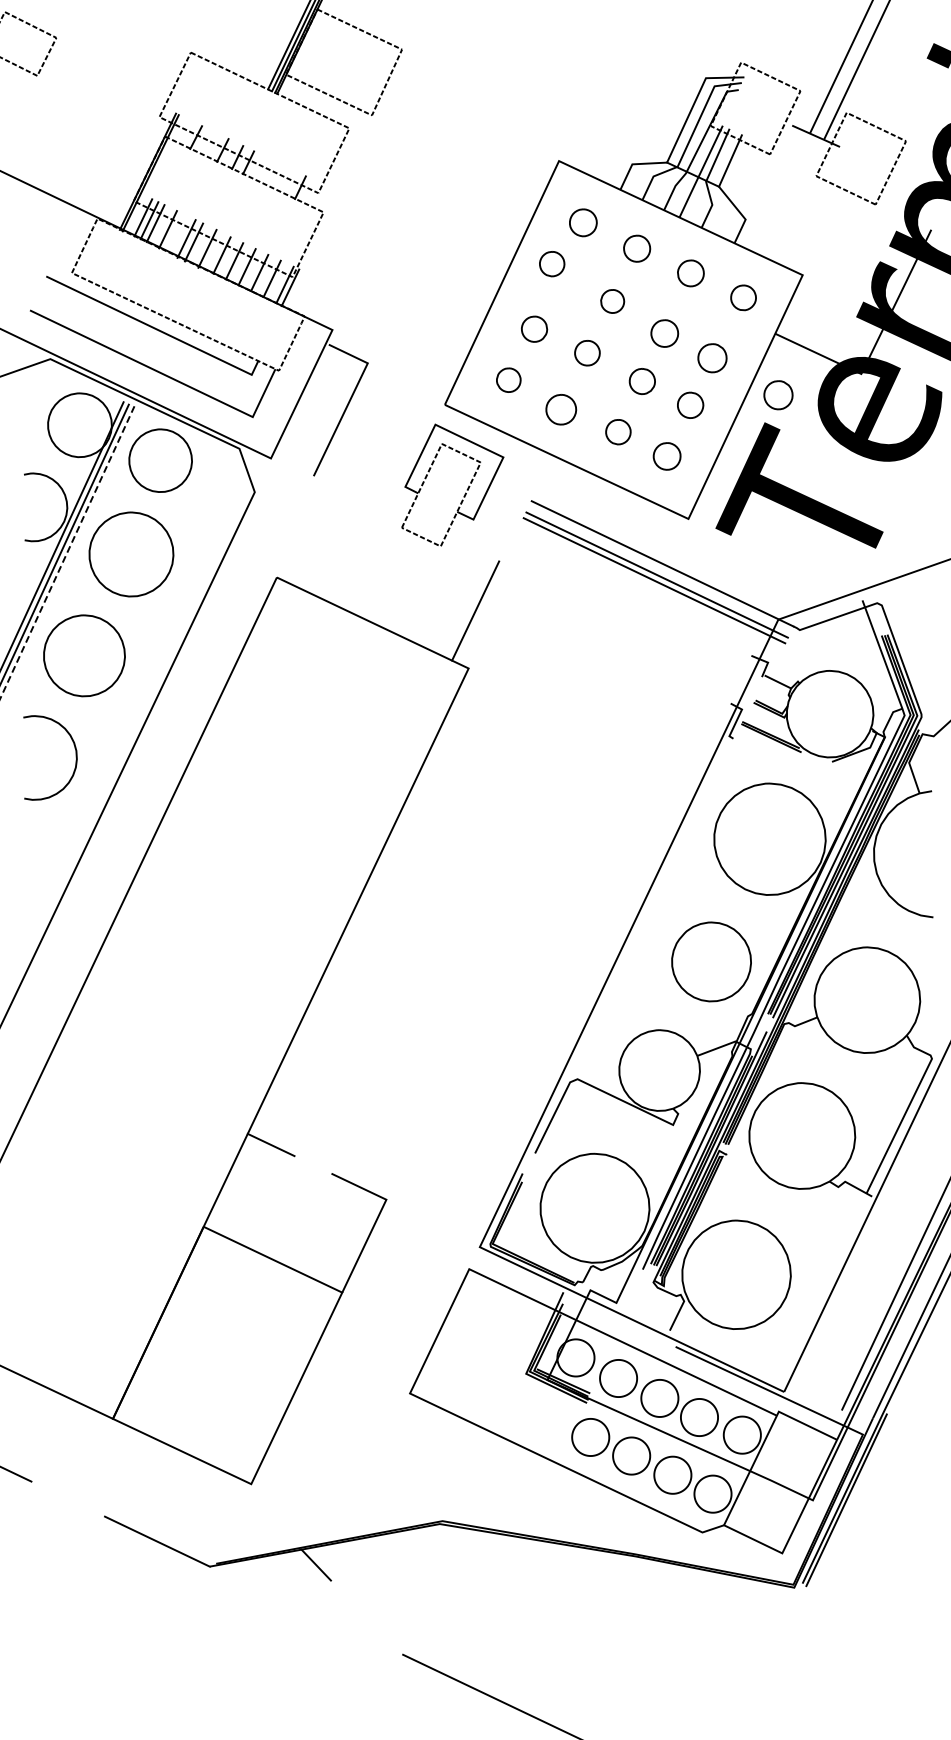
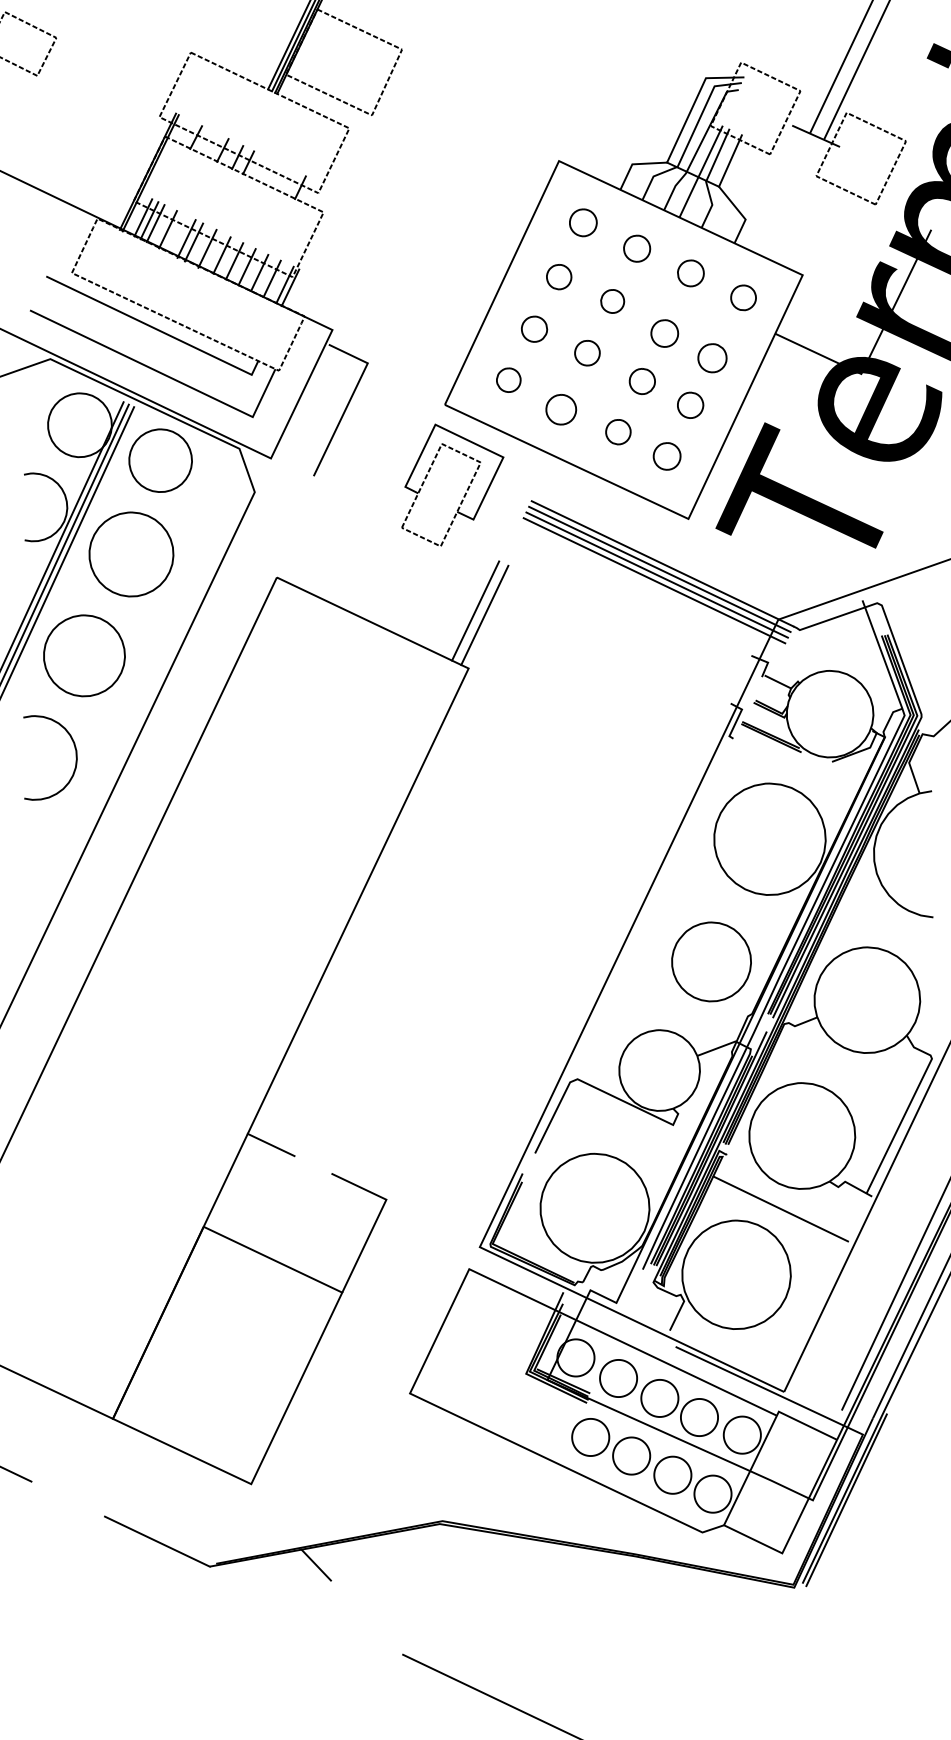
part at (552, 264) position: (552, 264) -> (559, 277)
part at (778, 395): present -> none
line at (67, 552): dashed -> solid
line at (659, 569): none -> present
line at (484, 615): none -> present
line at (780, 1208): none -> present
